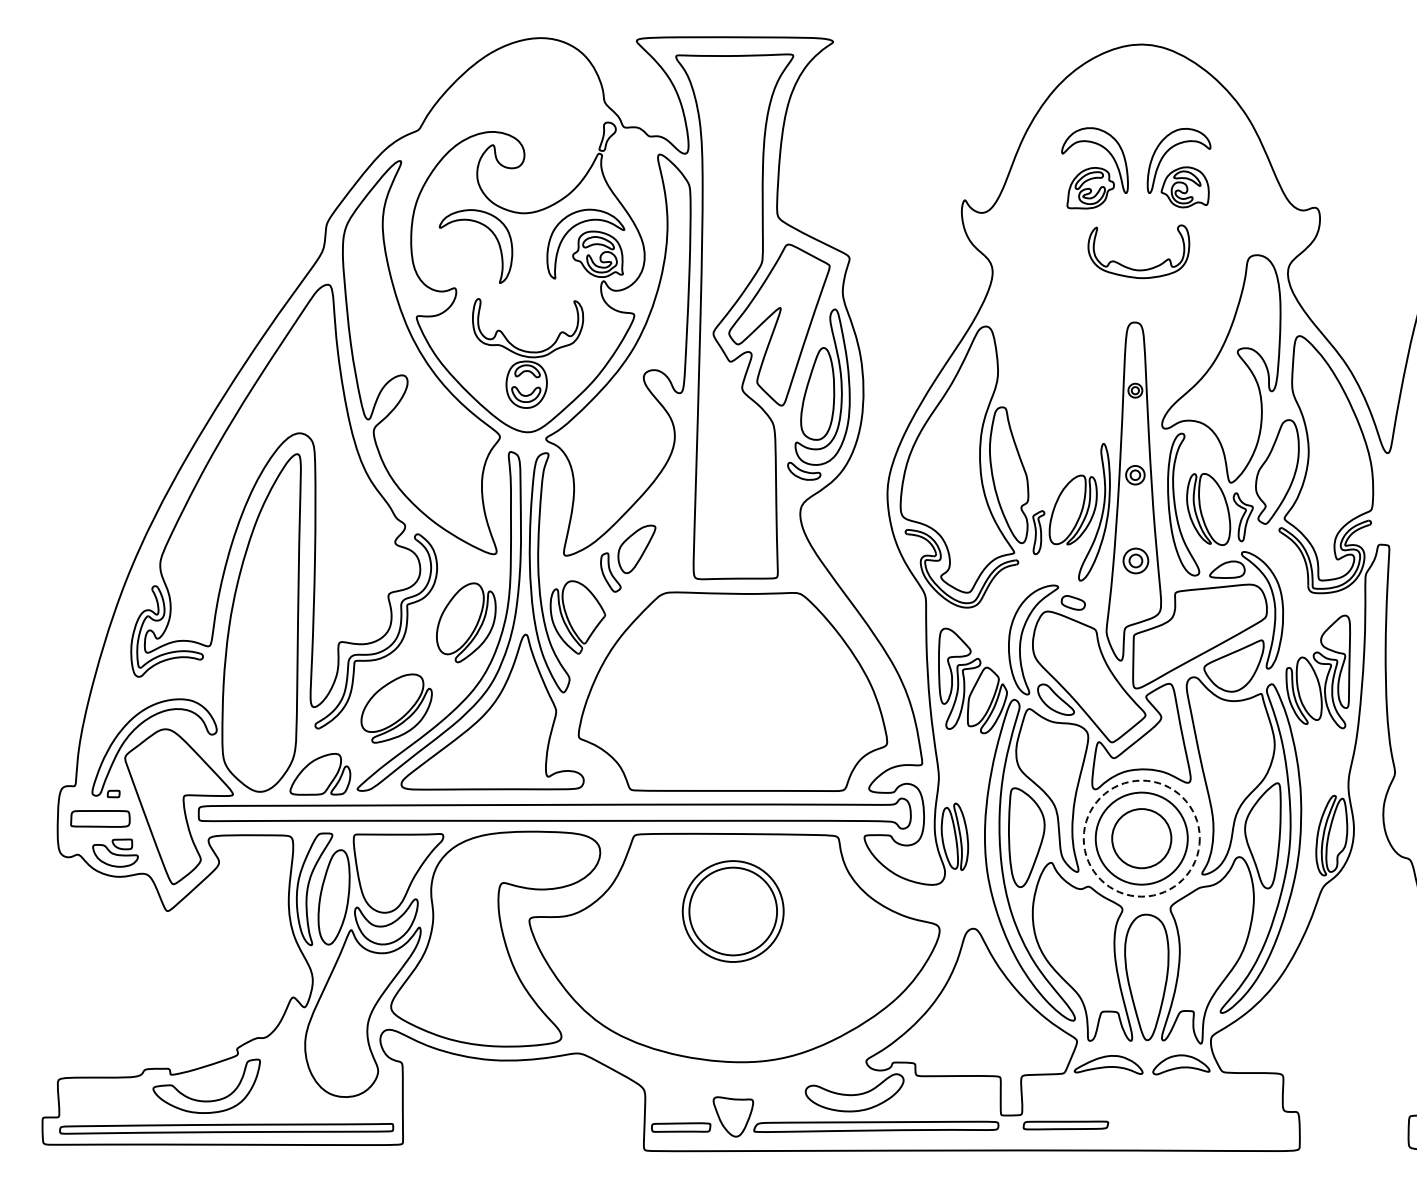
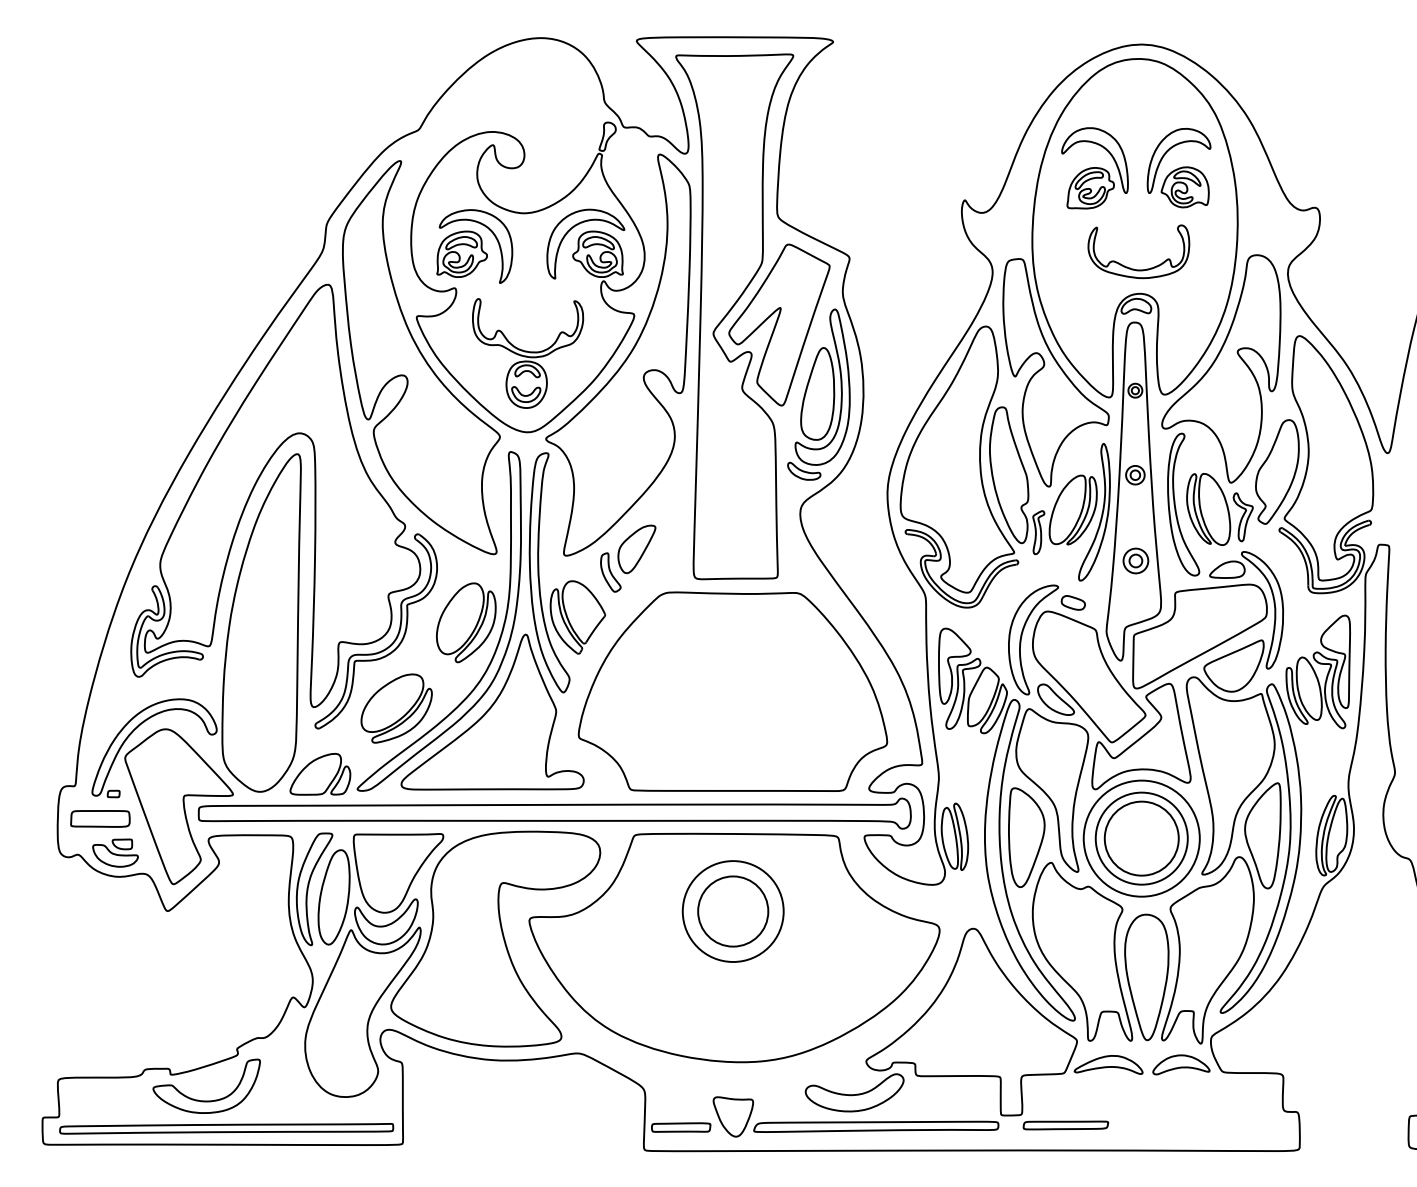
part at (461, 253): none -> present
part at (1120, 272): none -> present
circle at (1141, 838) diameter: 59 px -> 74 px
circle at (1141, 838): dashed -> solid
circle at (733, 911) diameter: 88 px -> 70 px
